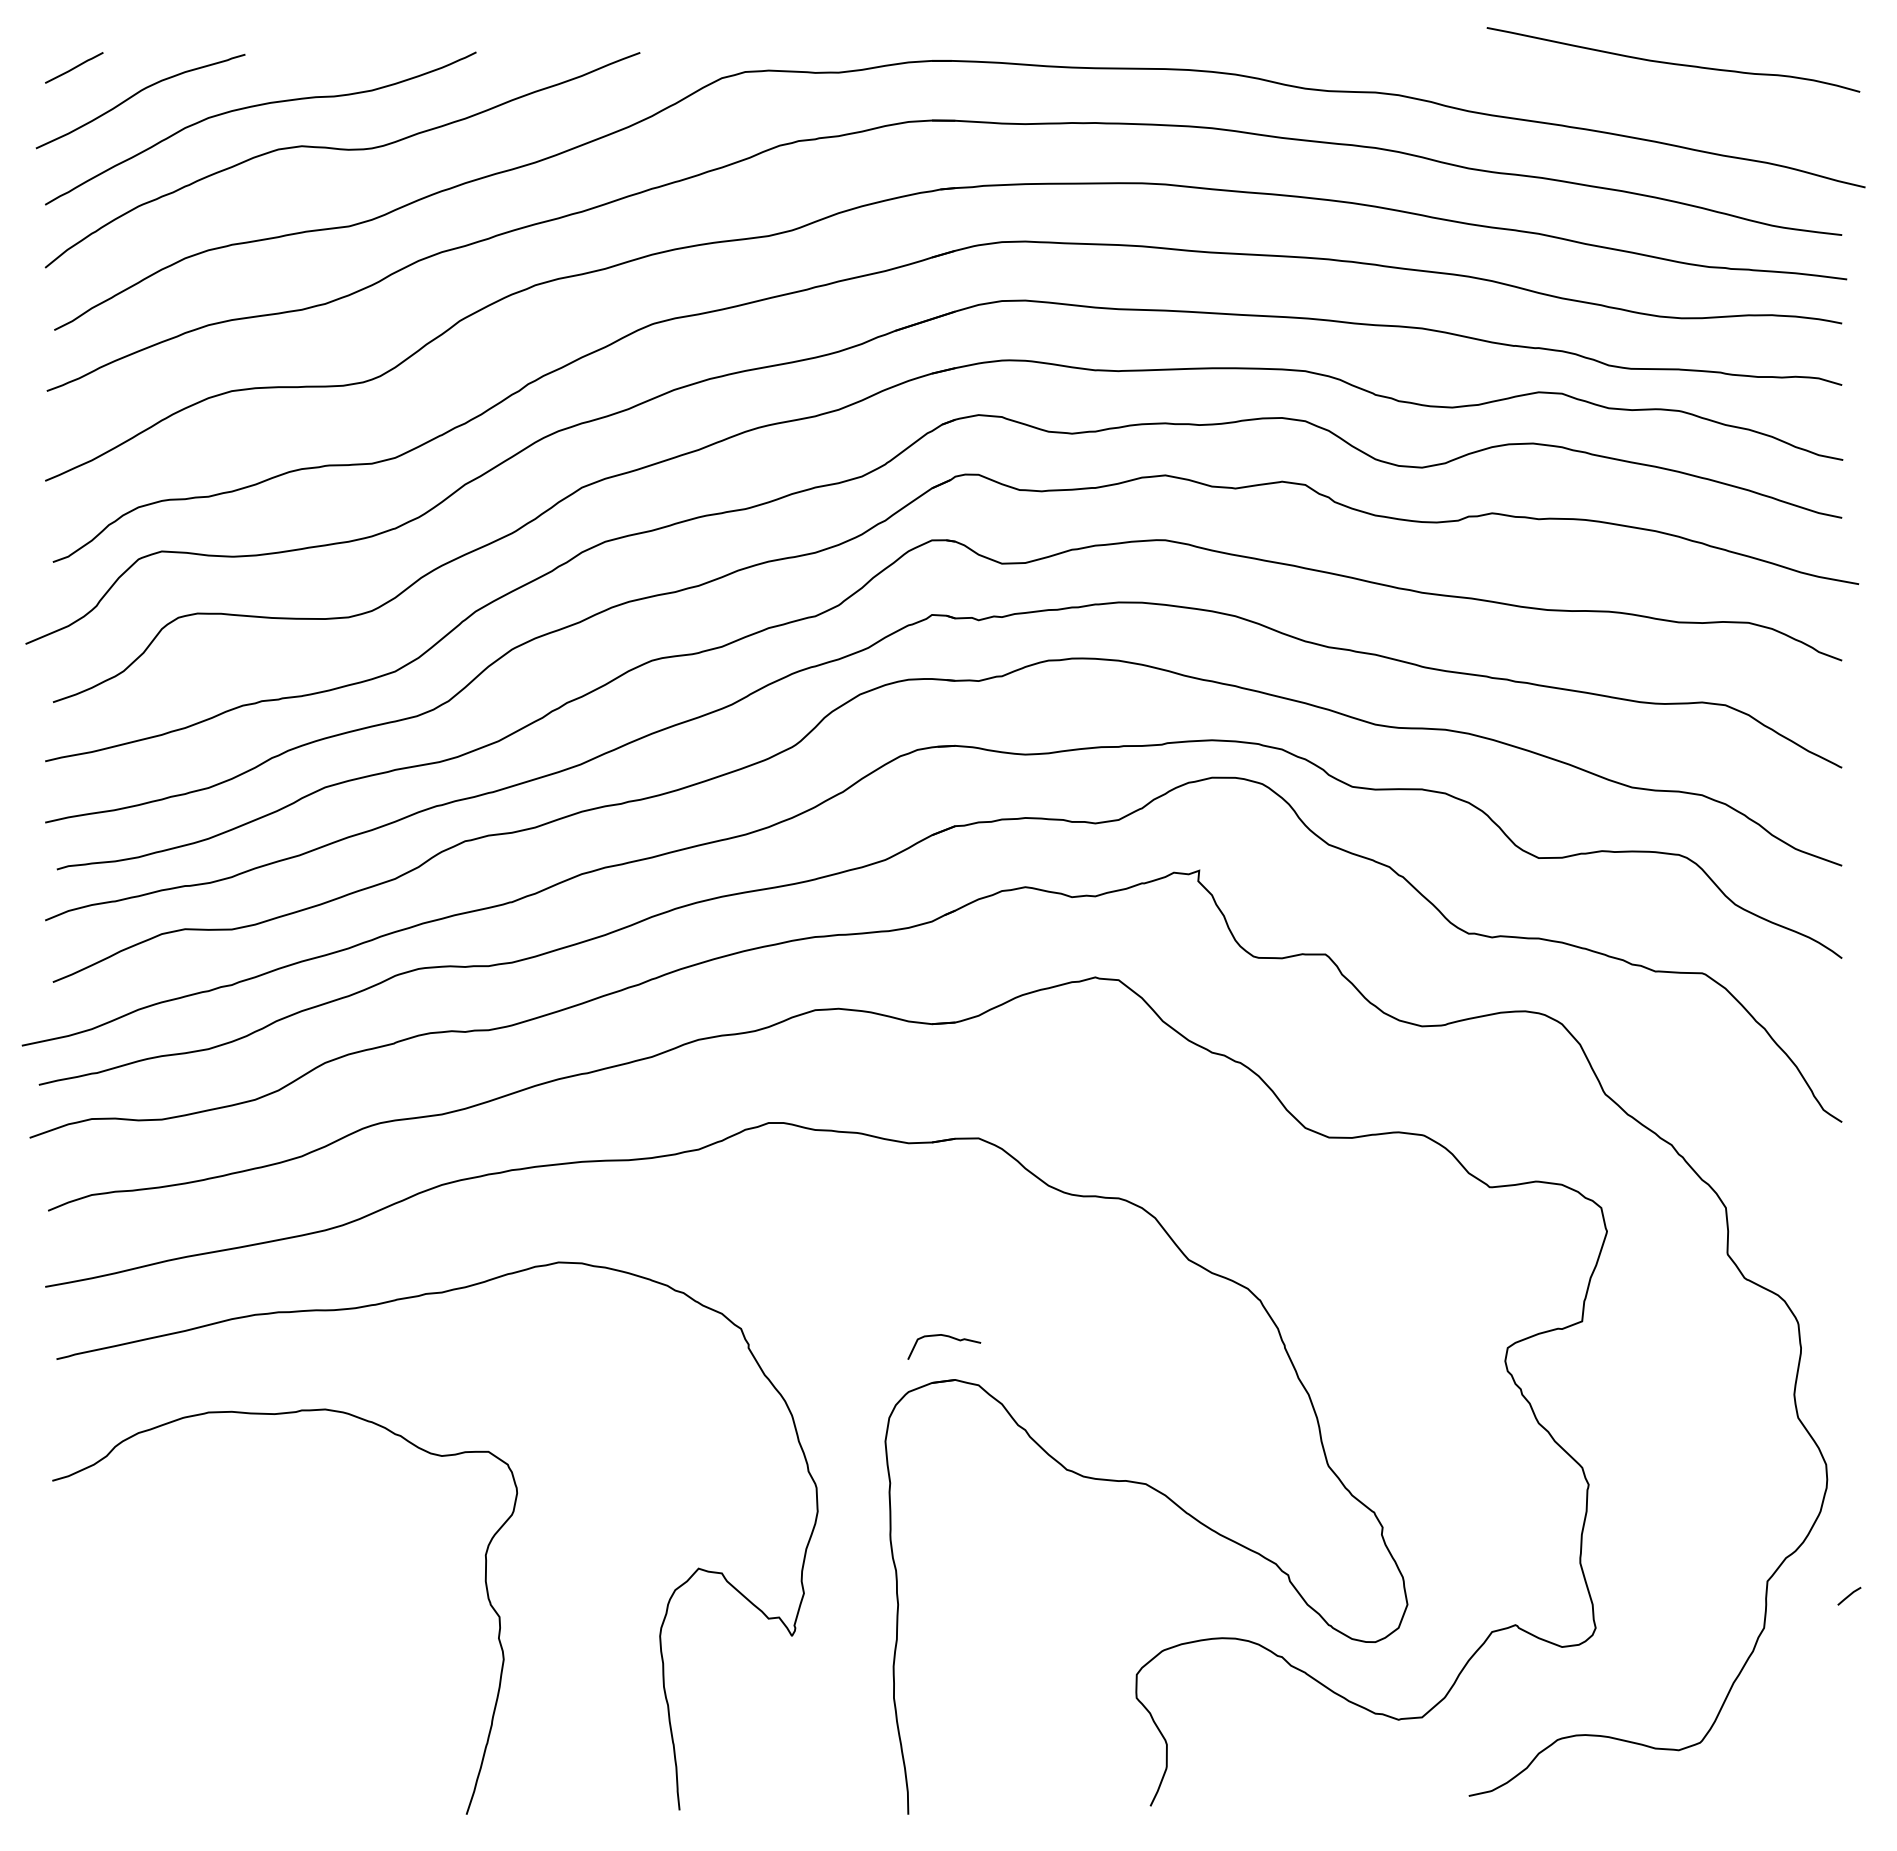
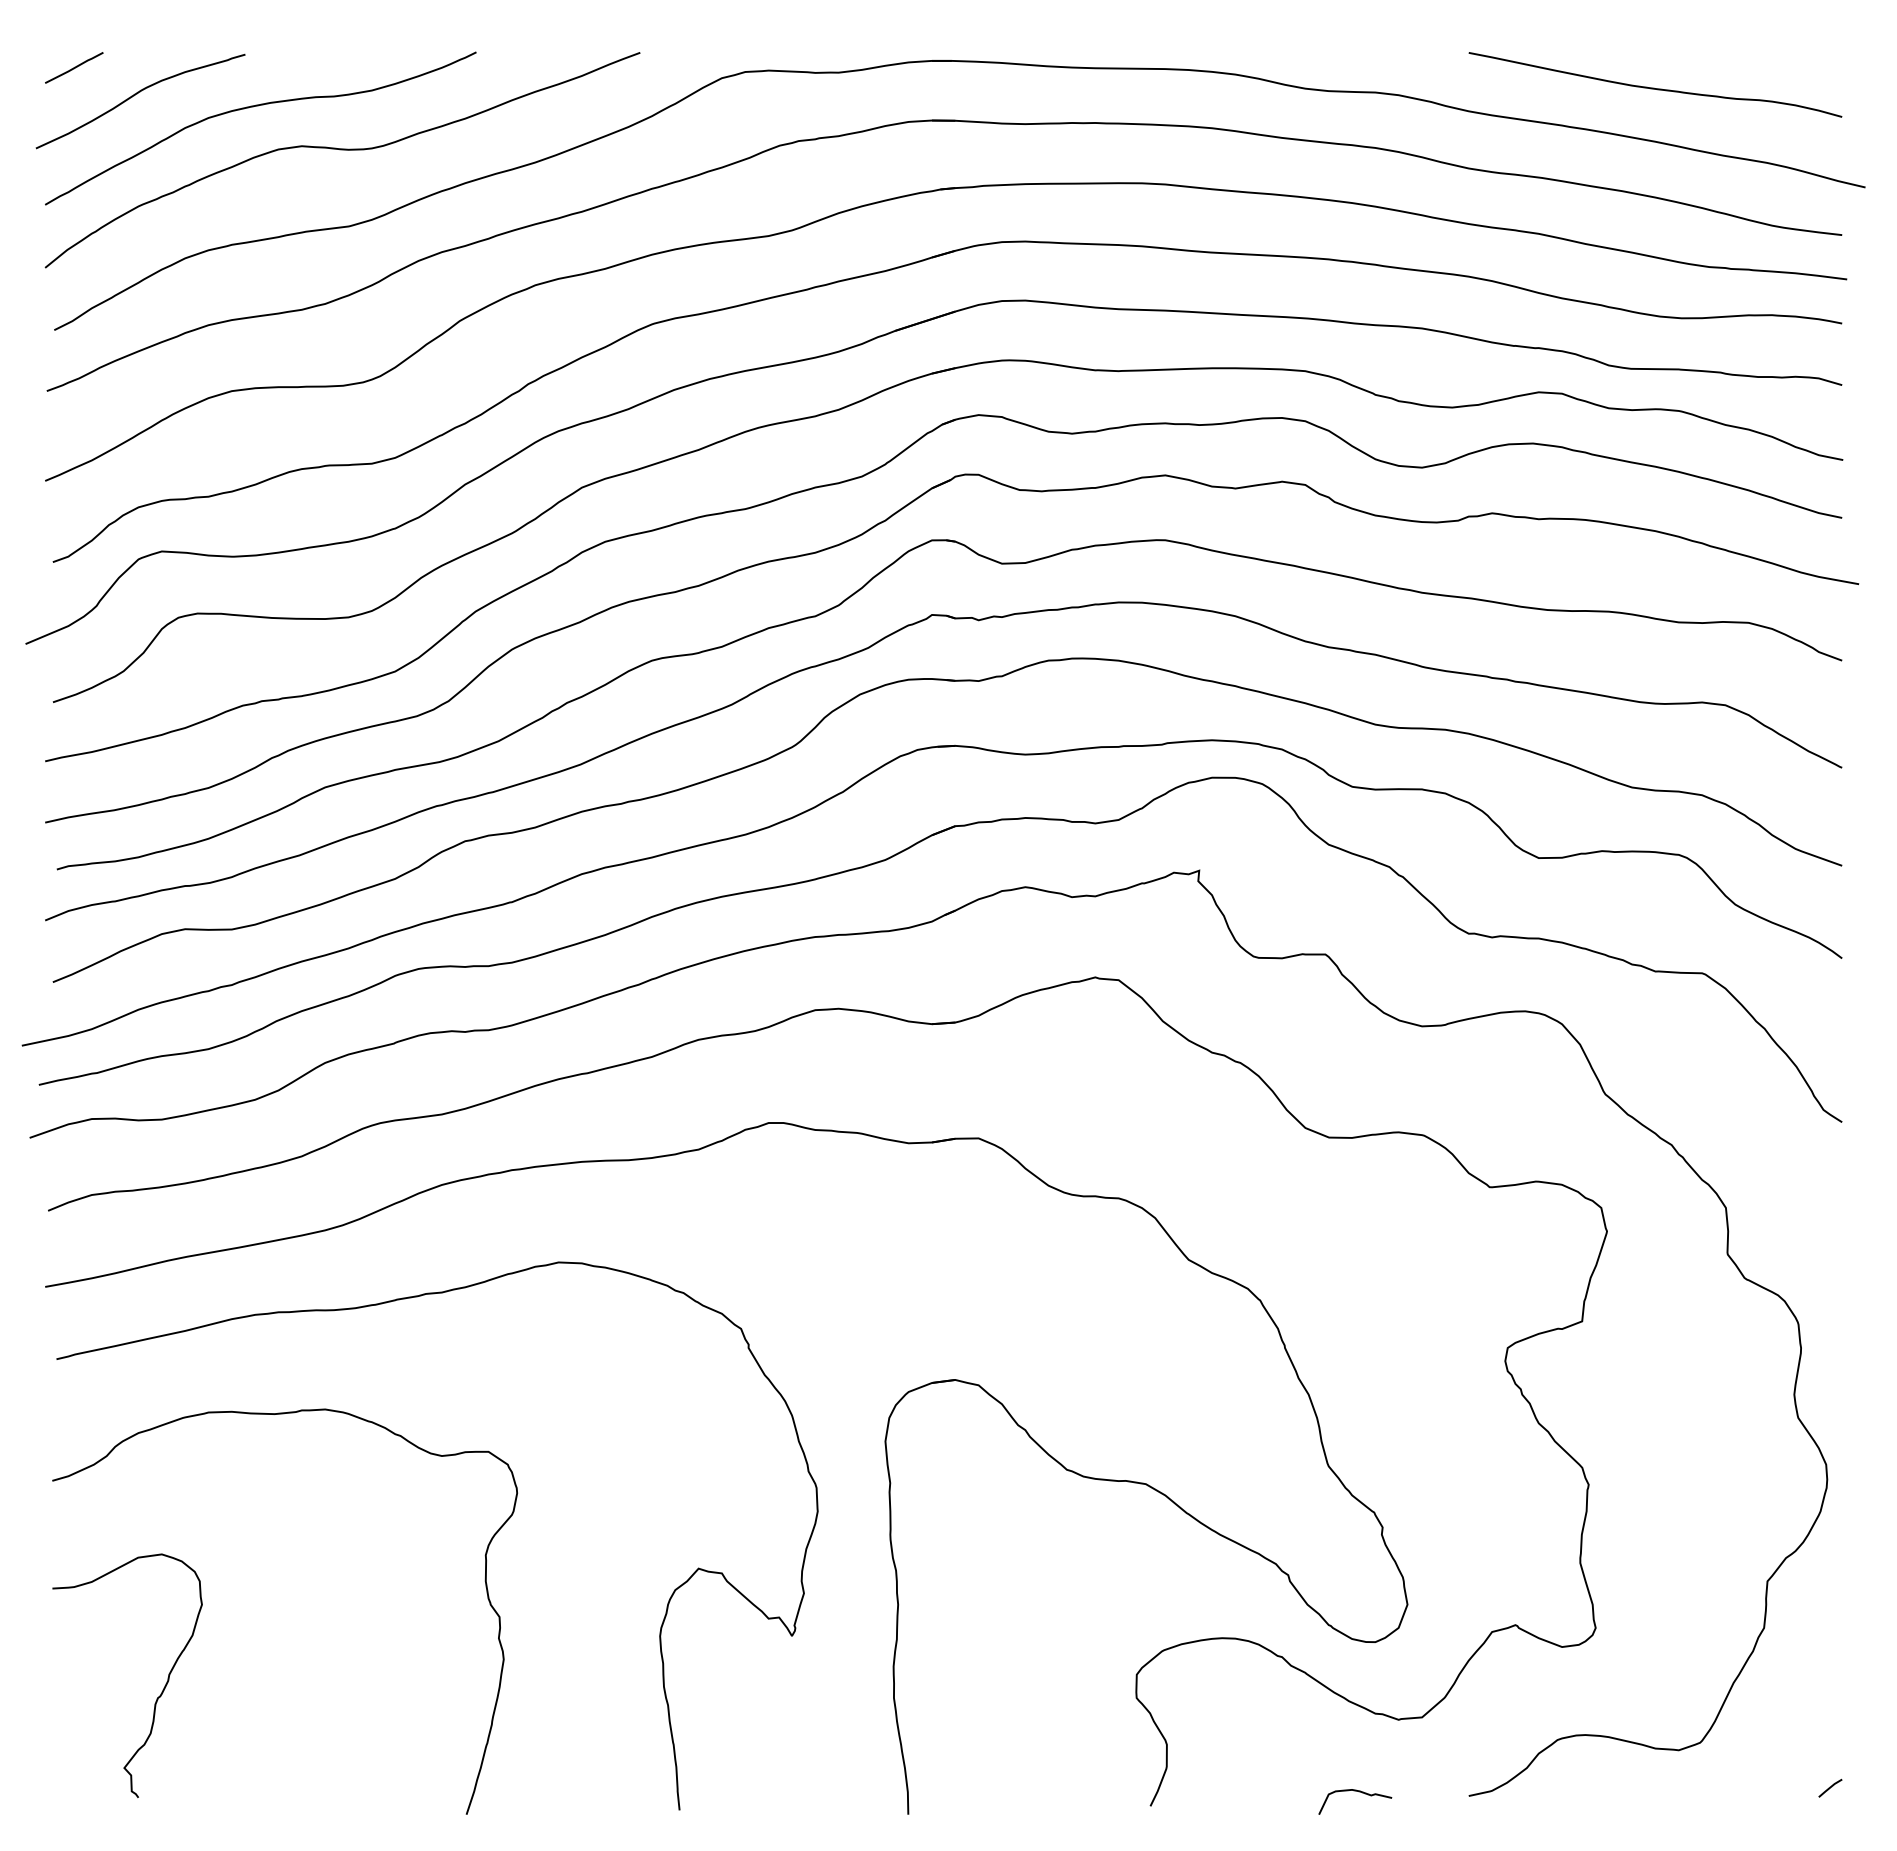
curve at (1672, 62) position: (1672, 62) -> (1654, 87)
curve at (948, 1337) position: (948, 1337) -> (1359, 1792)
line at (1849, 1595) position: (1849, 1595) -> (1830, 1787)
curve at (156, 1698): none -> present
